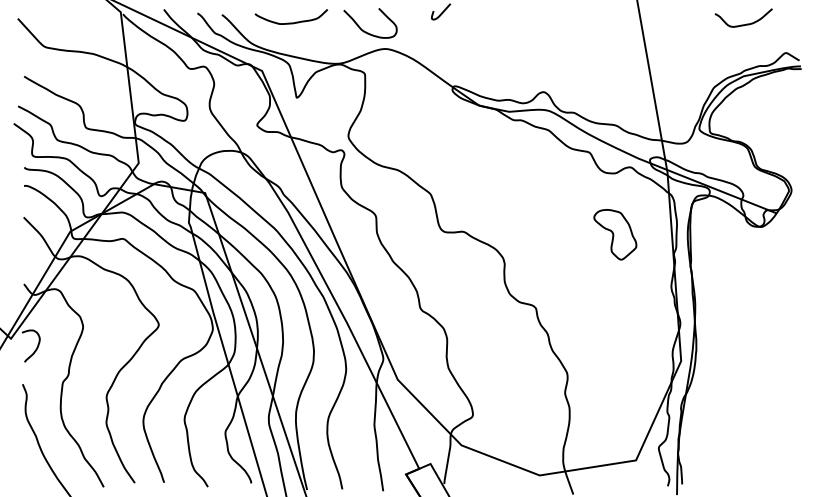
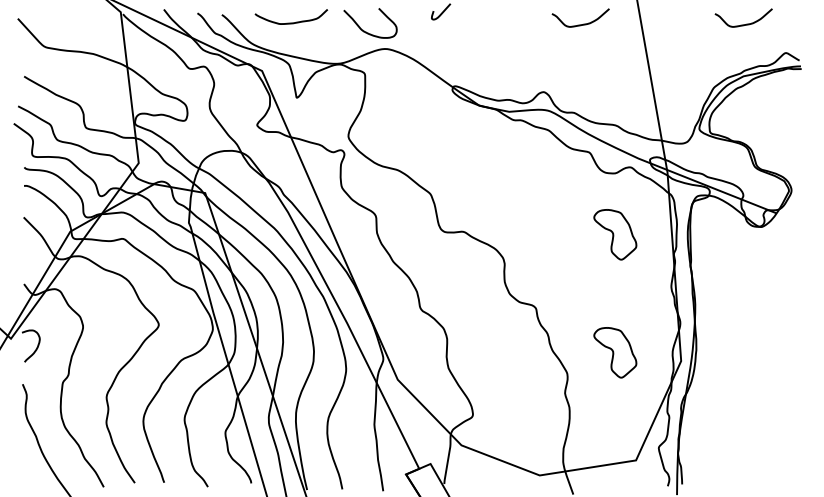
curve at (583, 23): none -> present
part at (615, 352): none -> present
